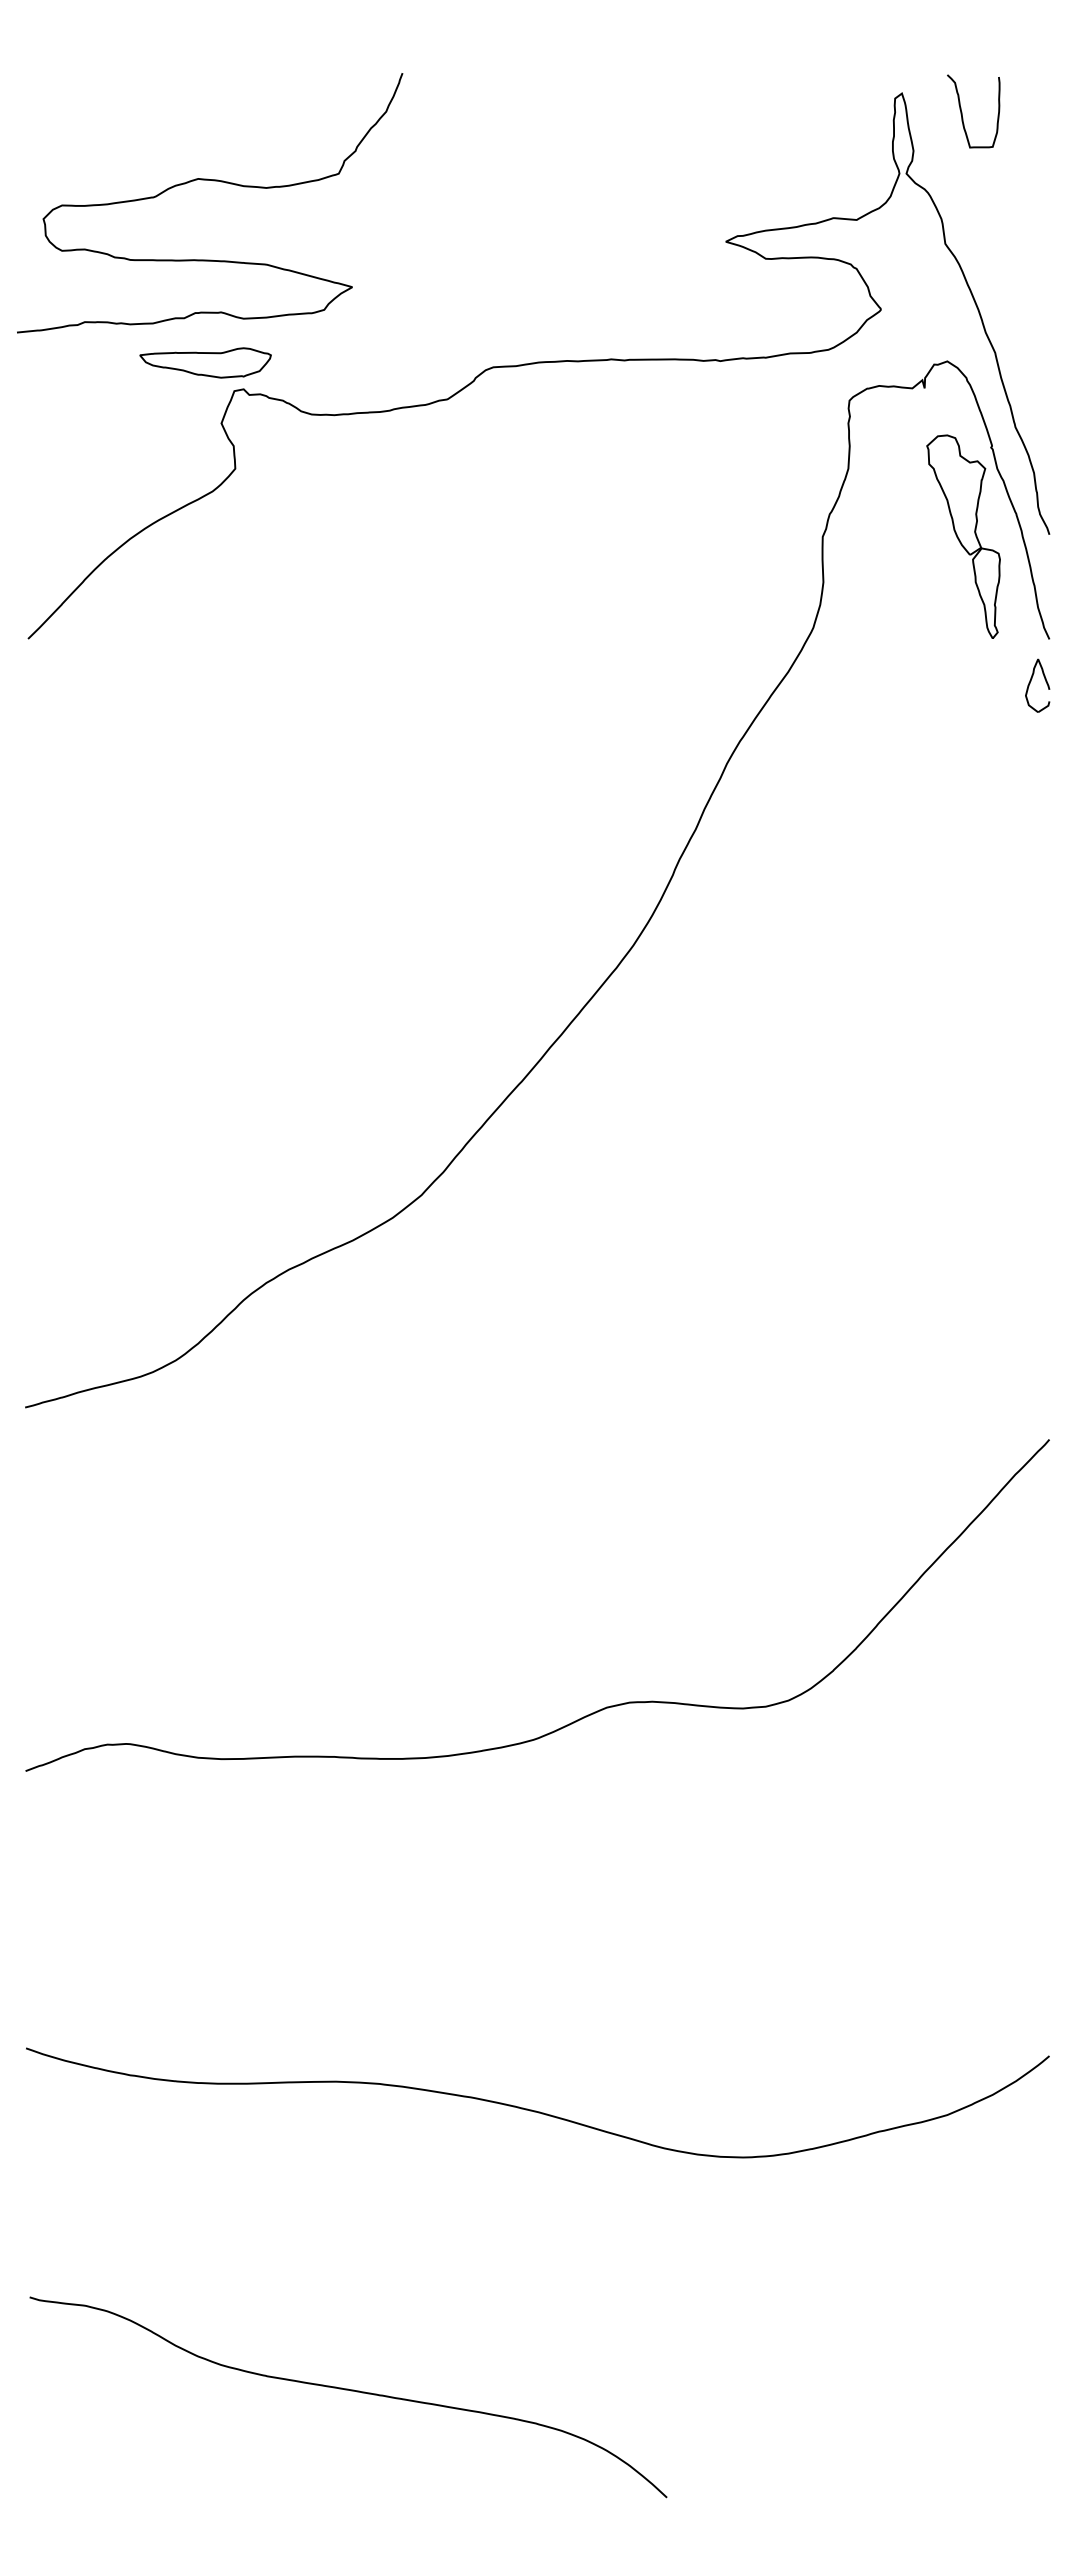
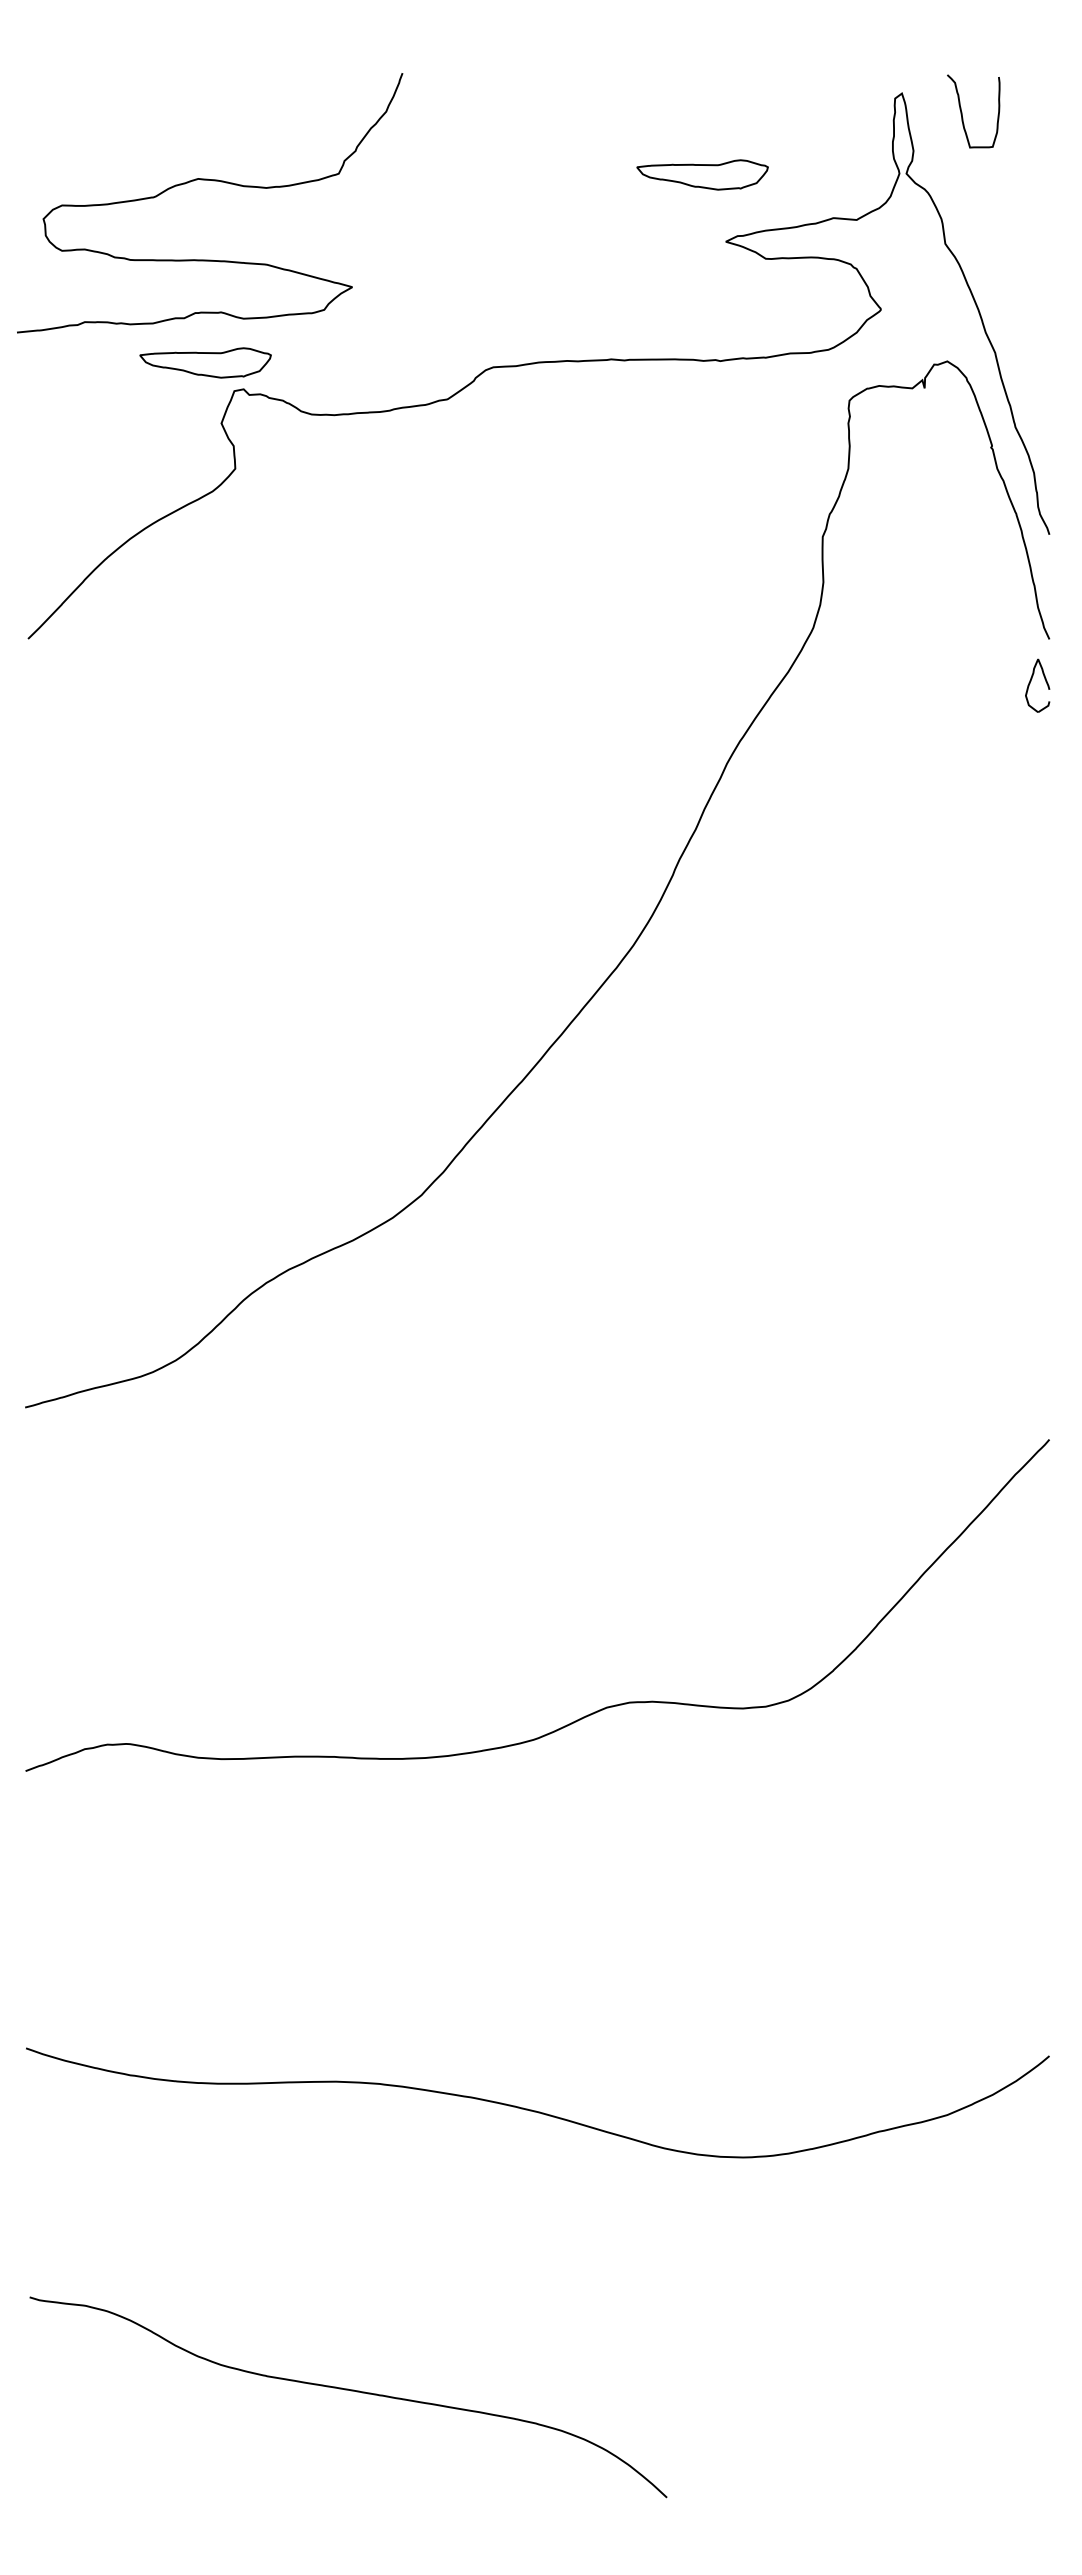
part at (702, 174): none -> present
part at (963, 536): present -> none
